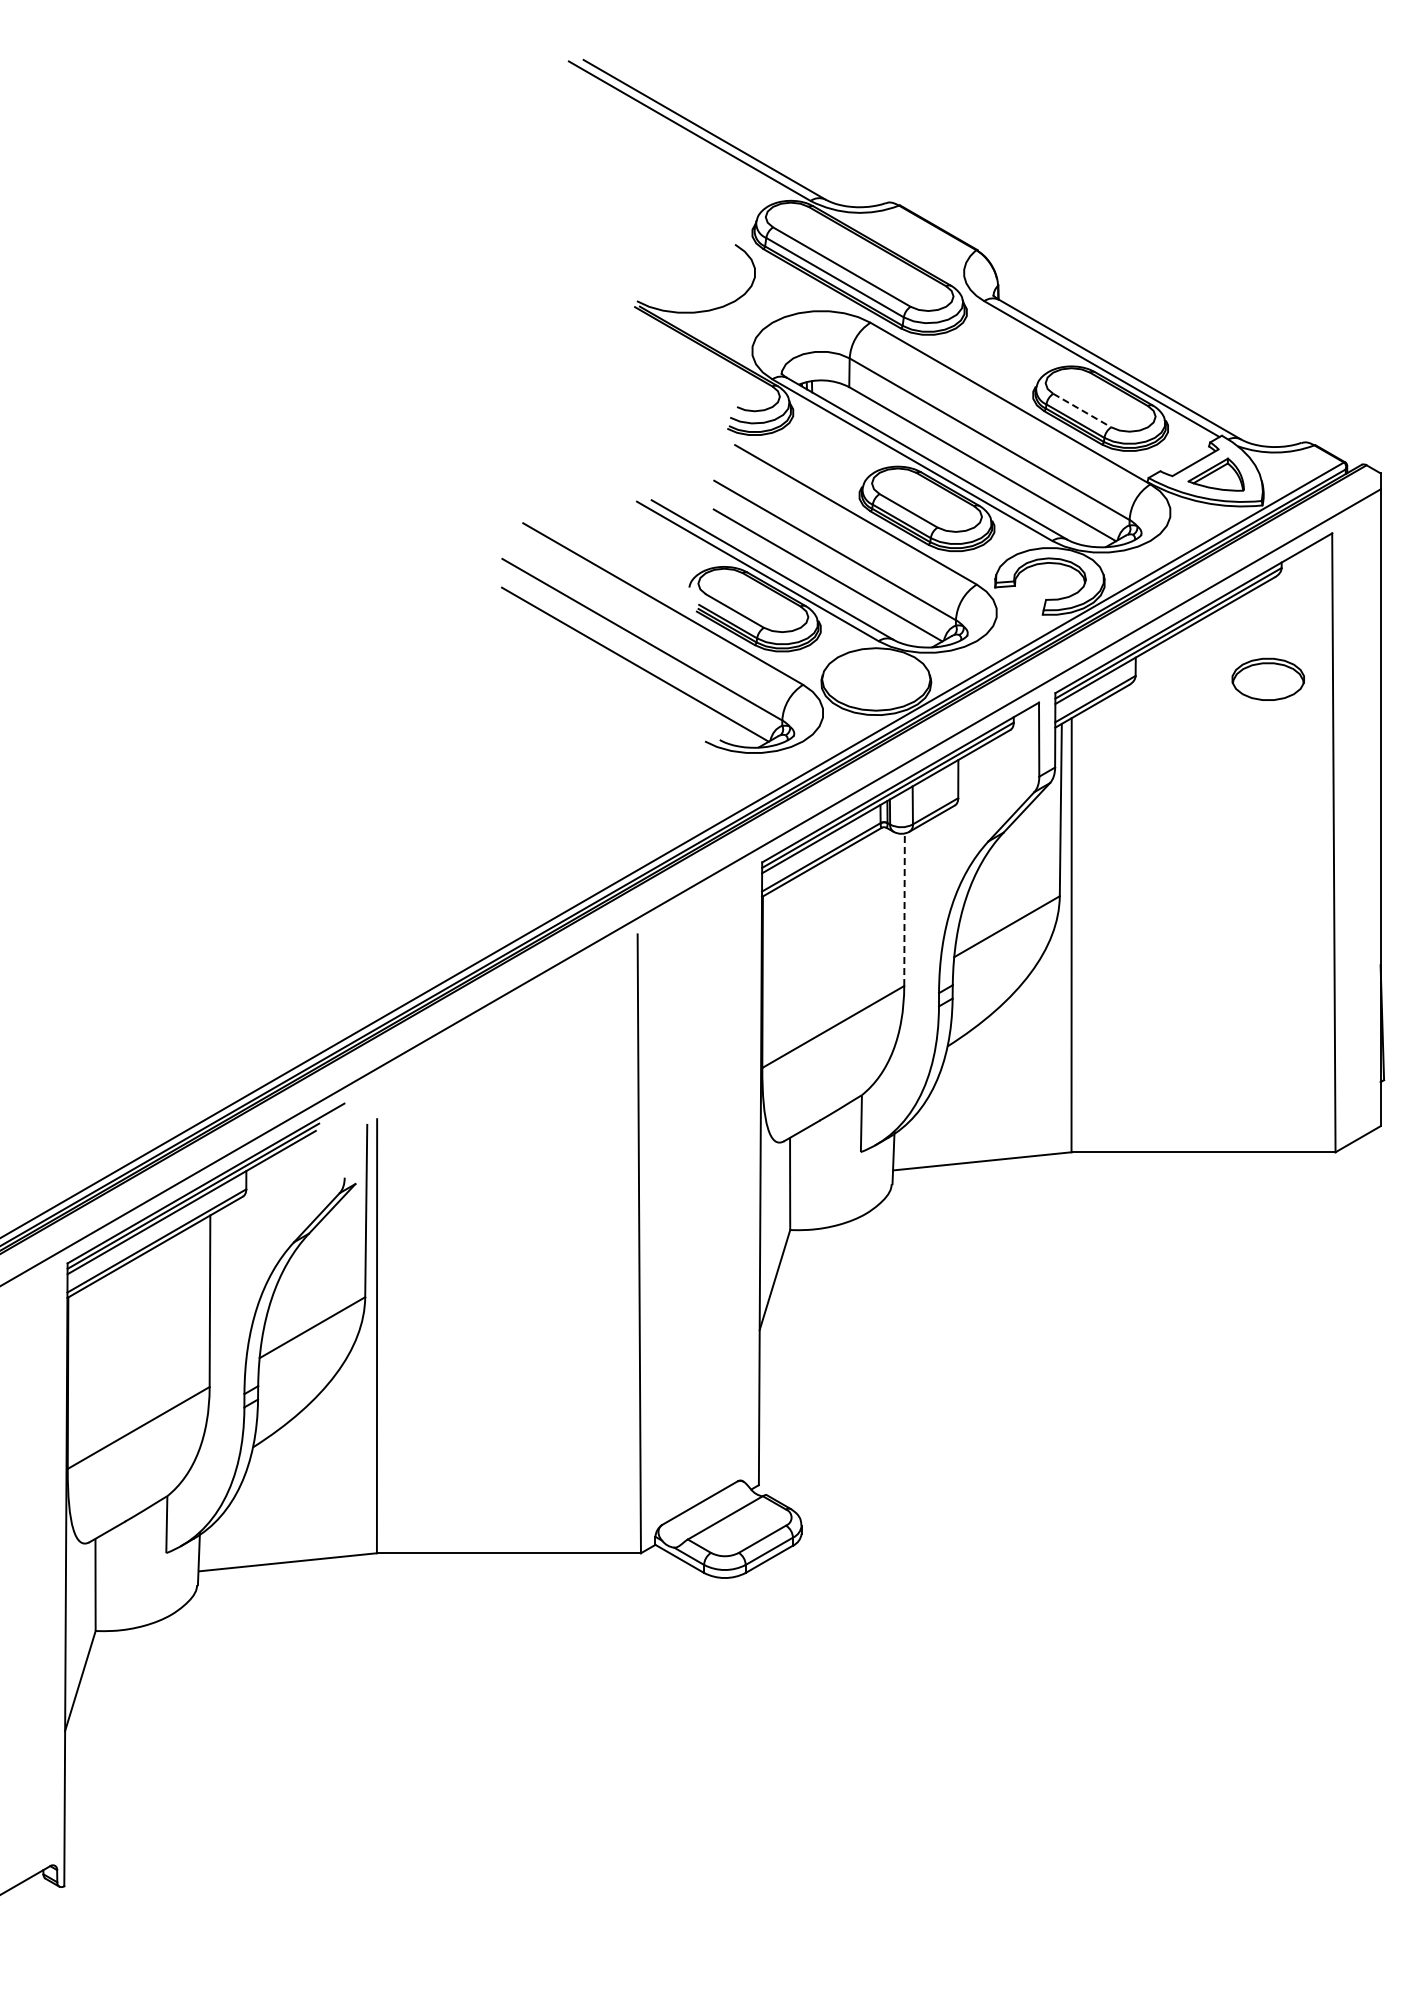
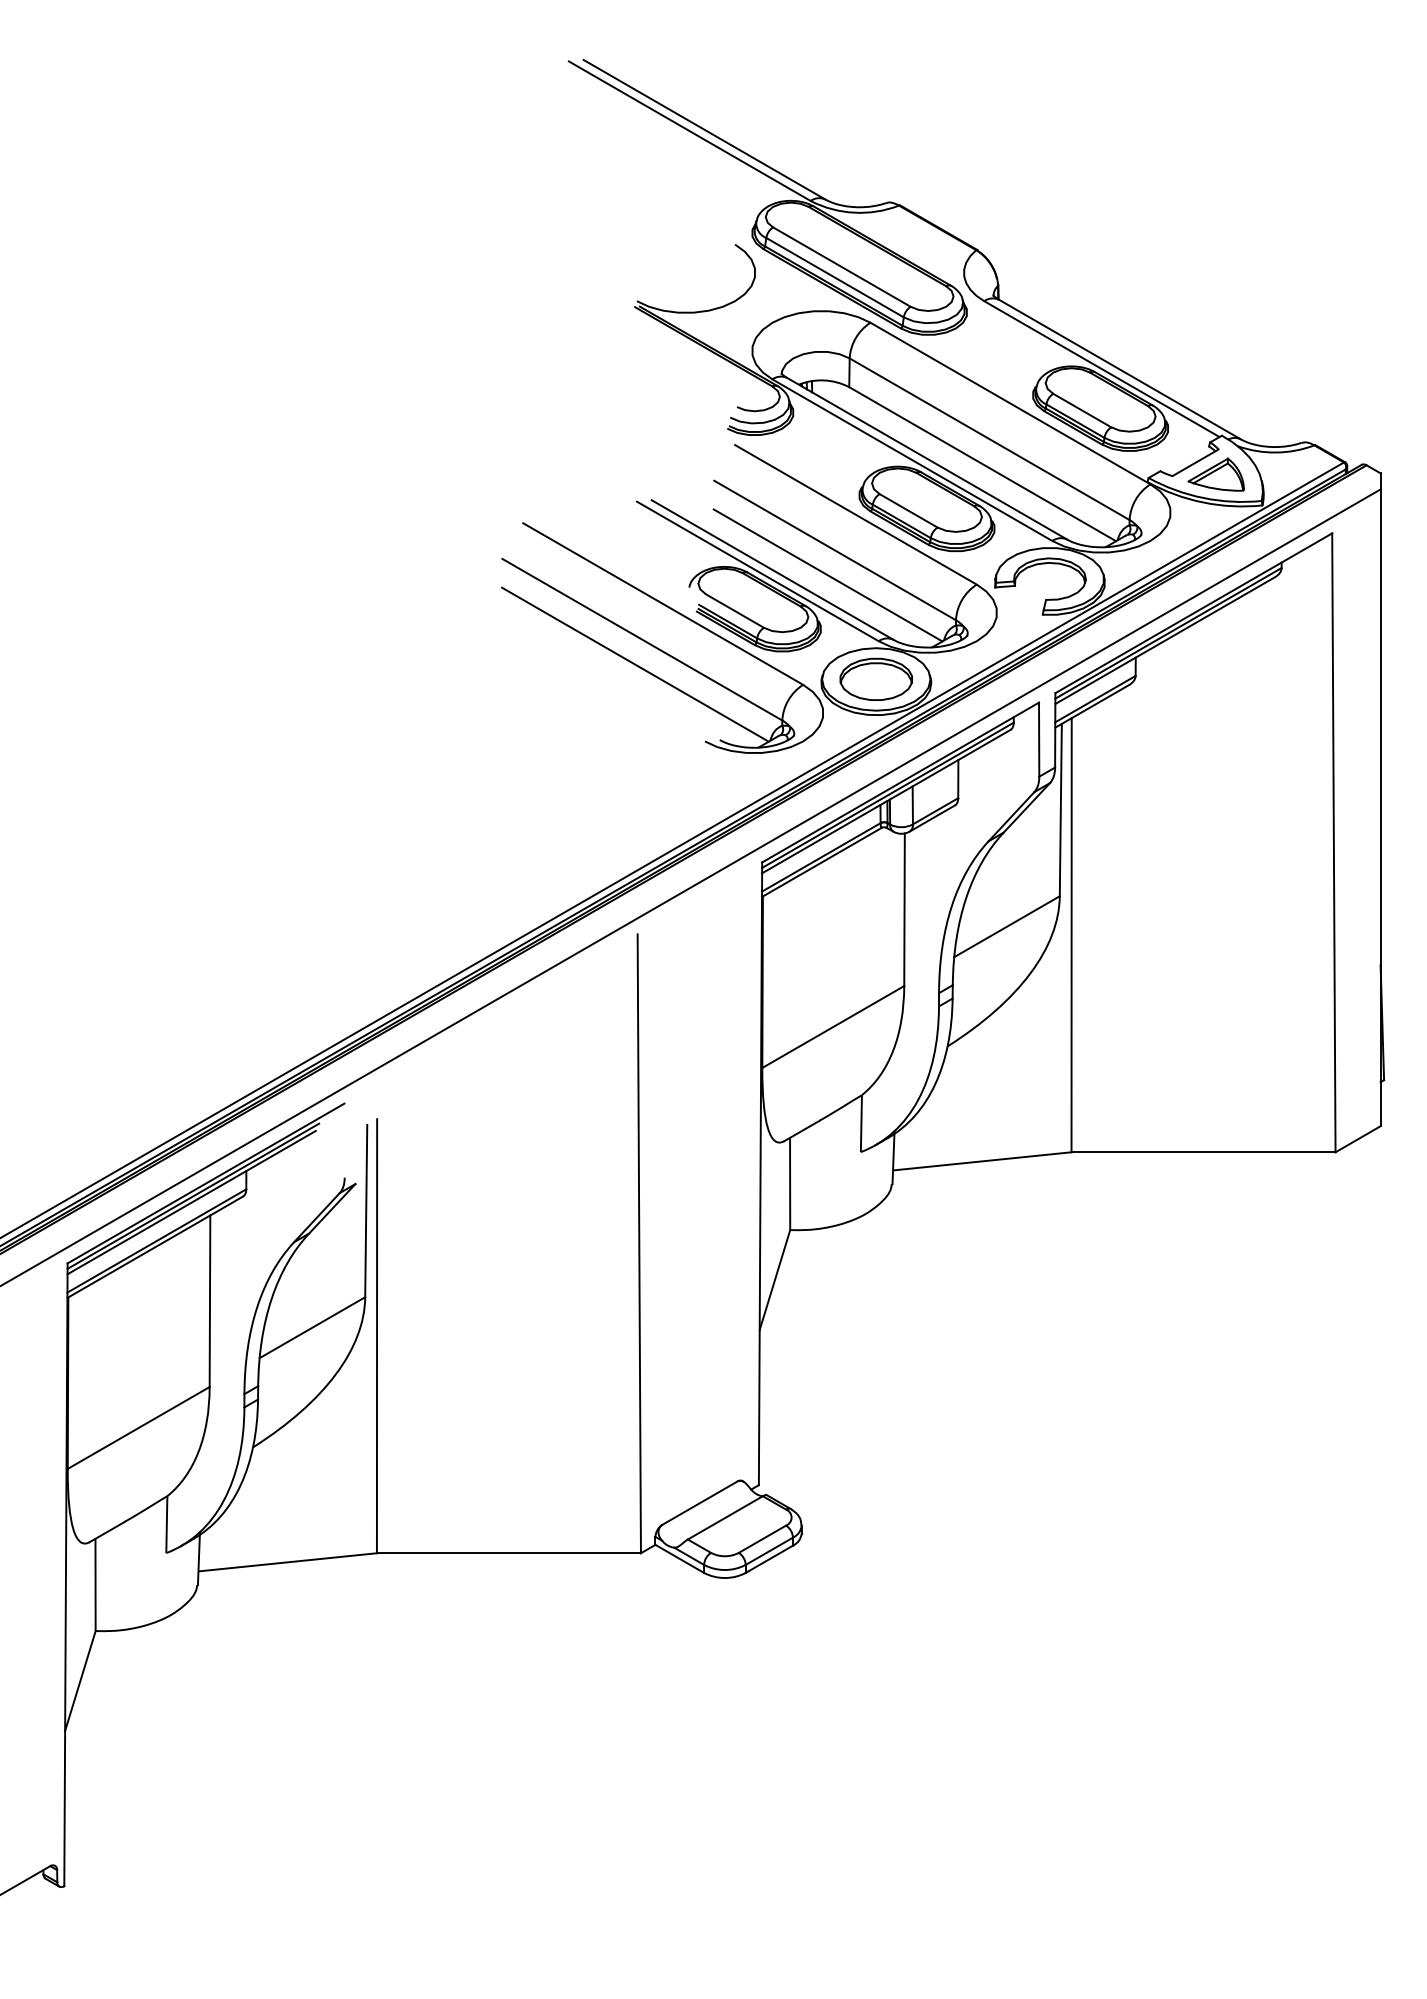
line at (1082, 410): dashed -> solid
part at (1267, 678) position: (1267, 678) -> (875, 678)
line at (904, 909): dashed -> solid
